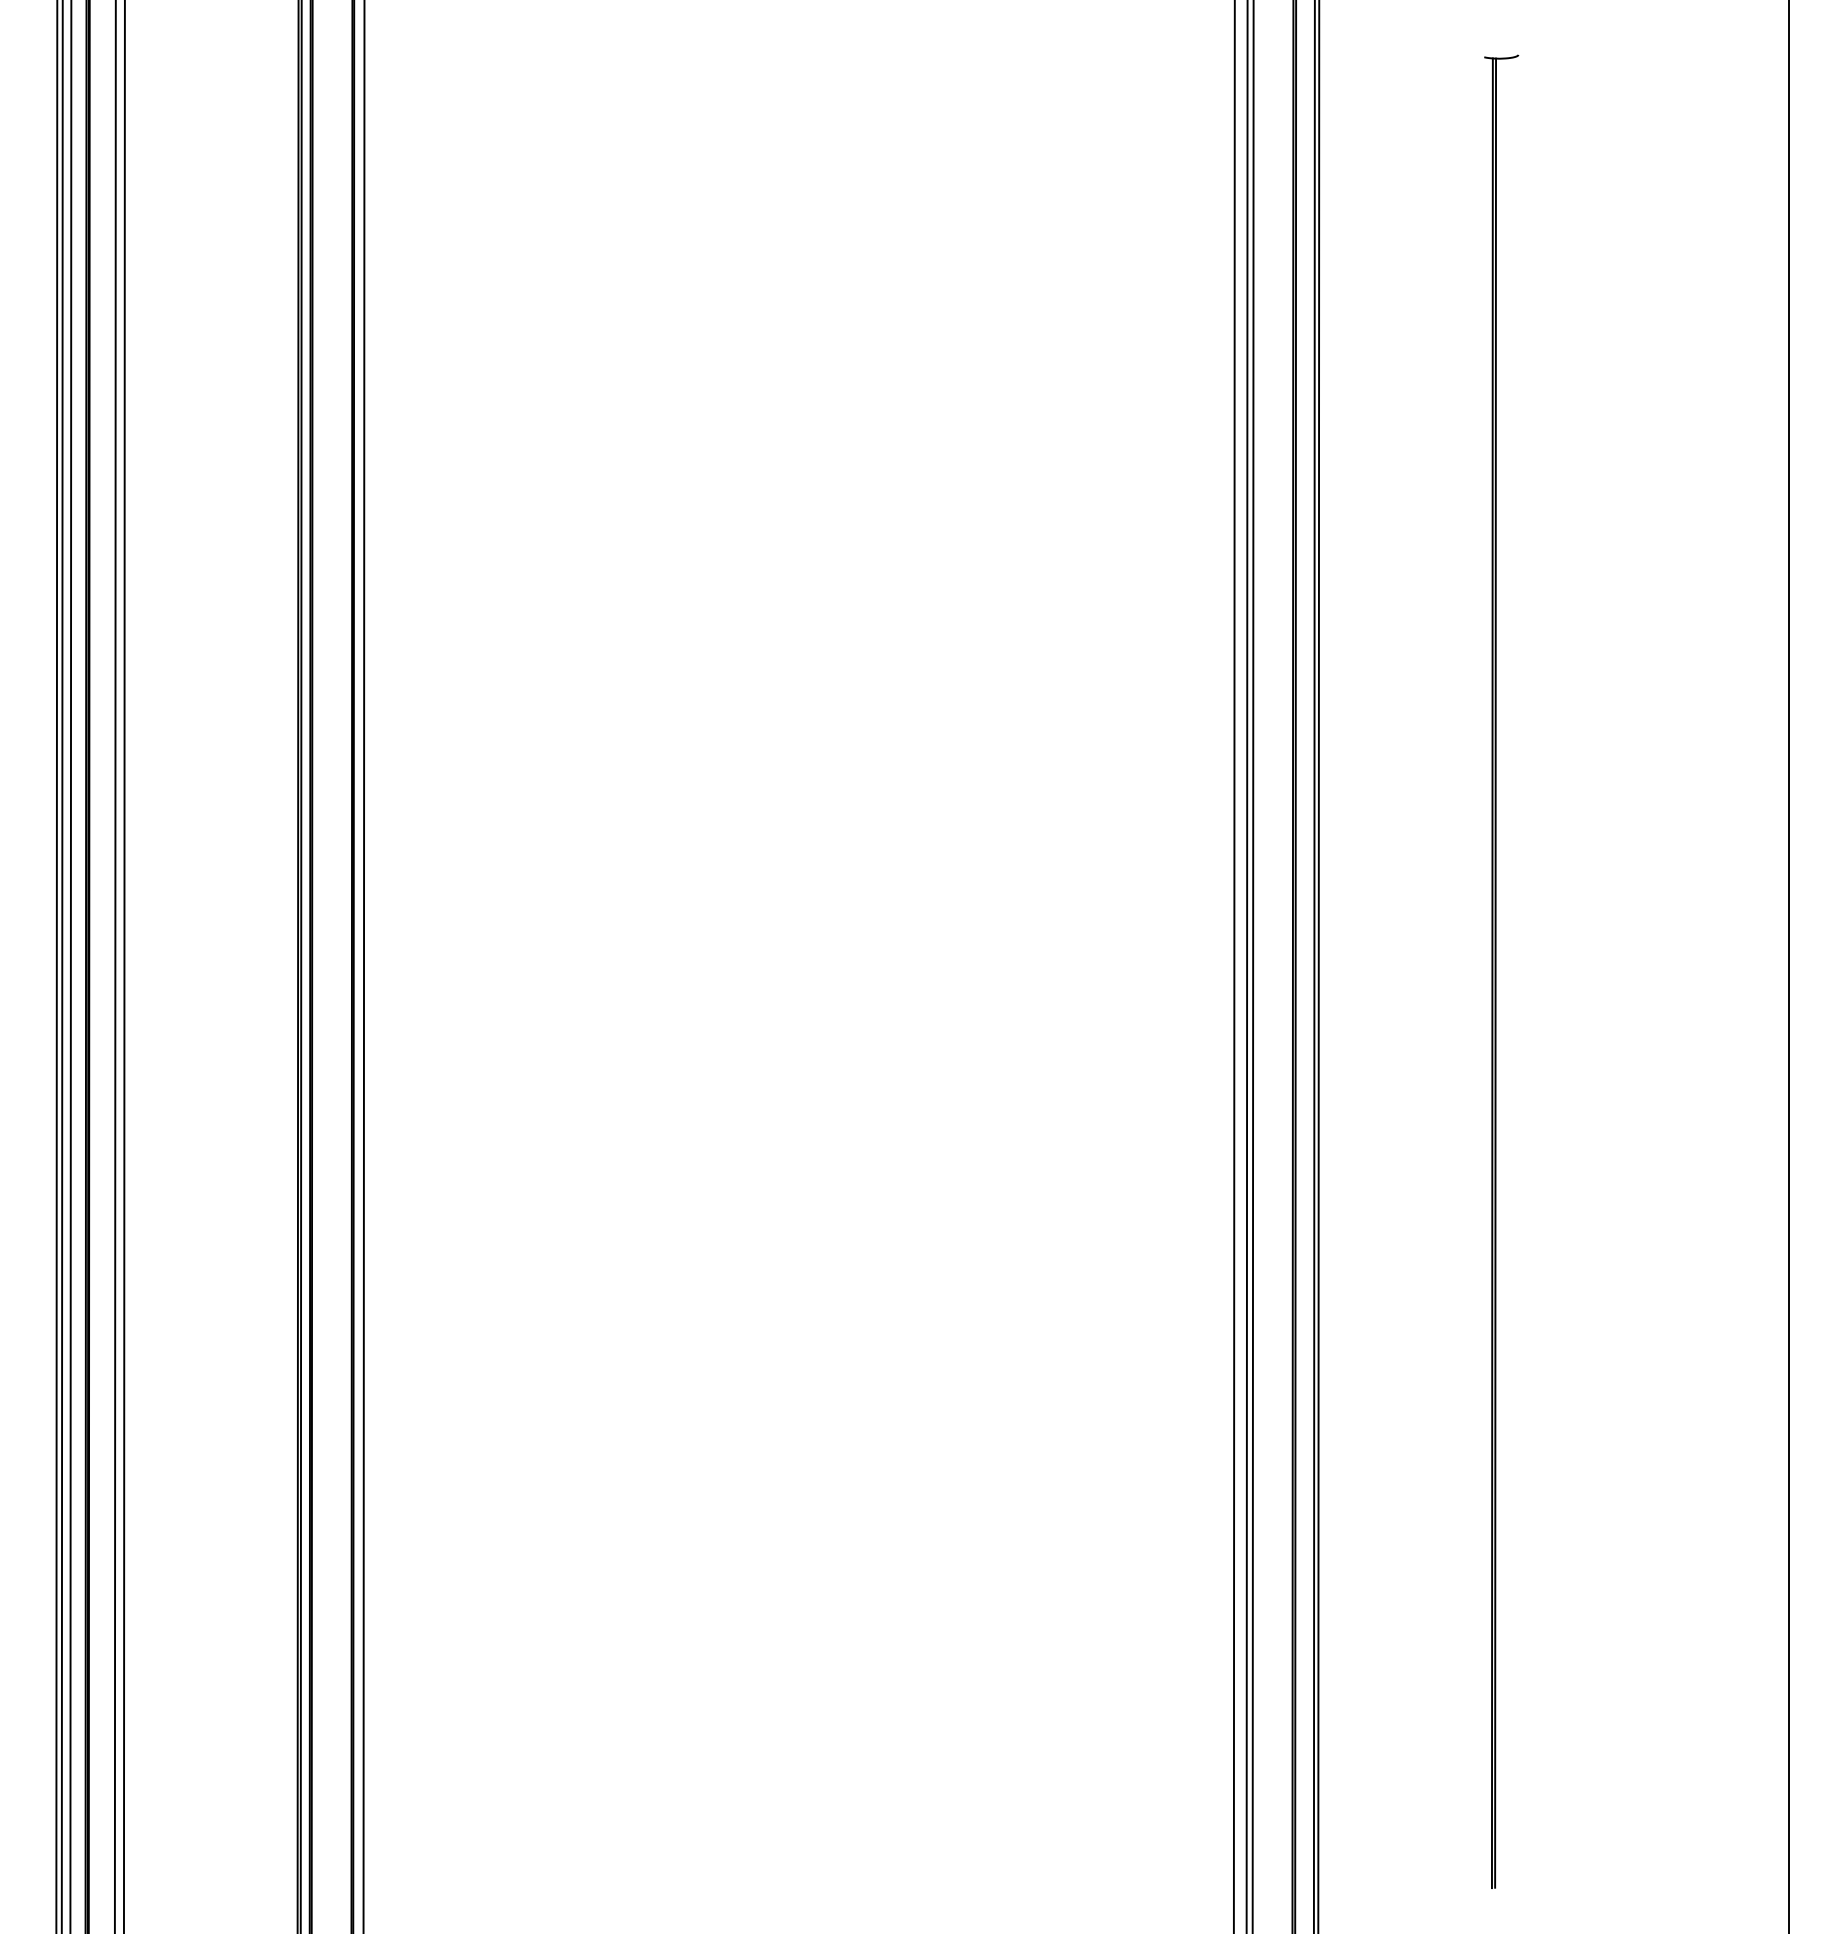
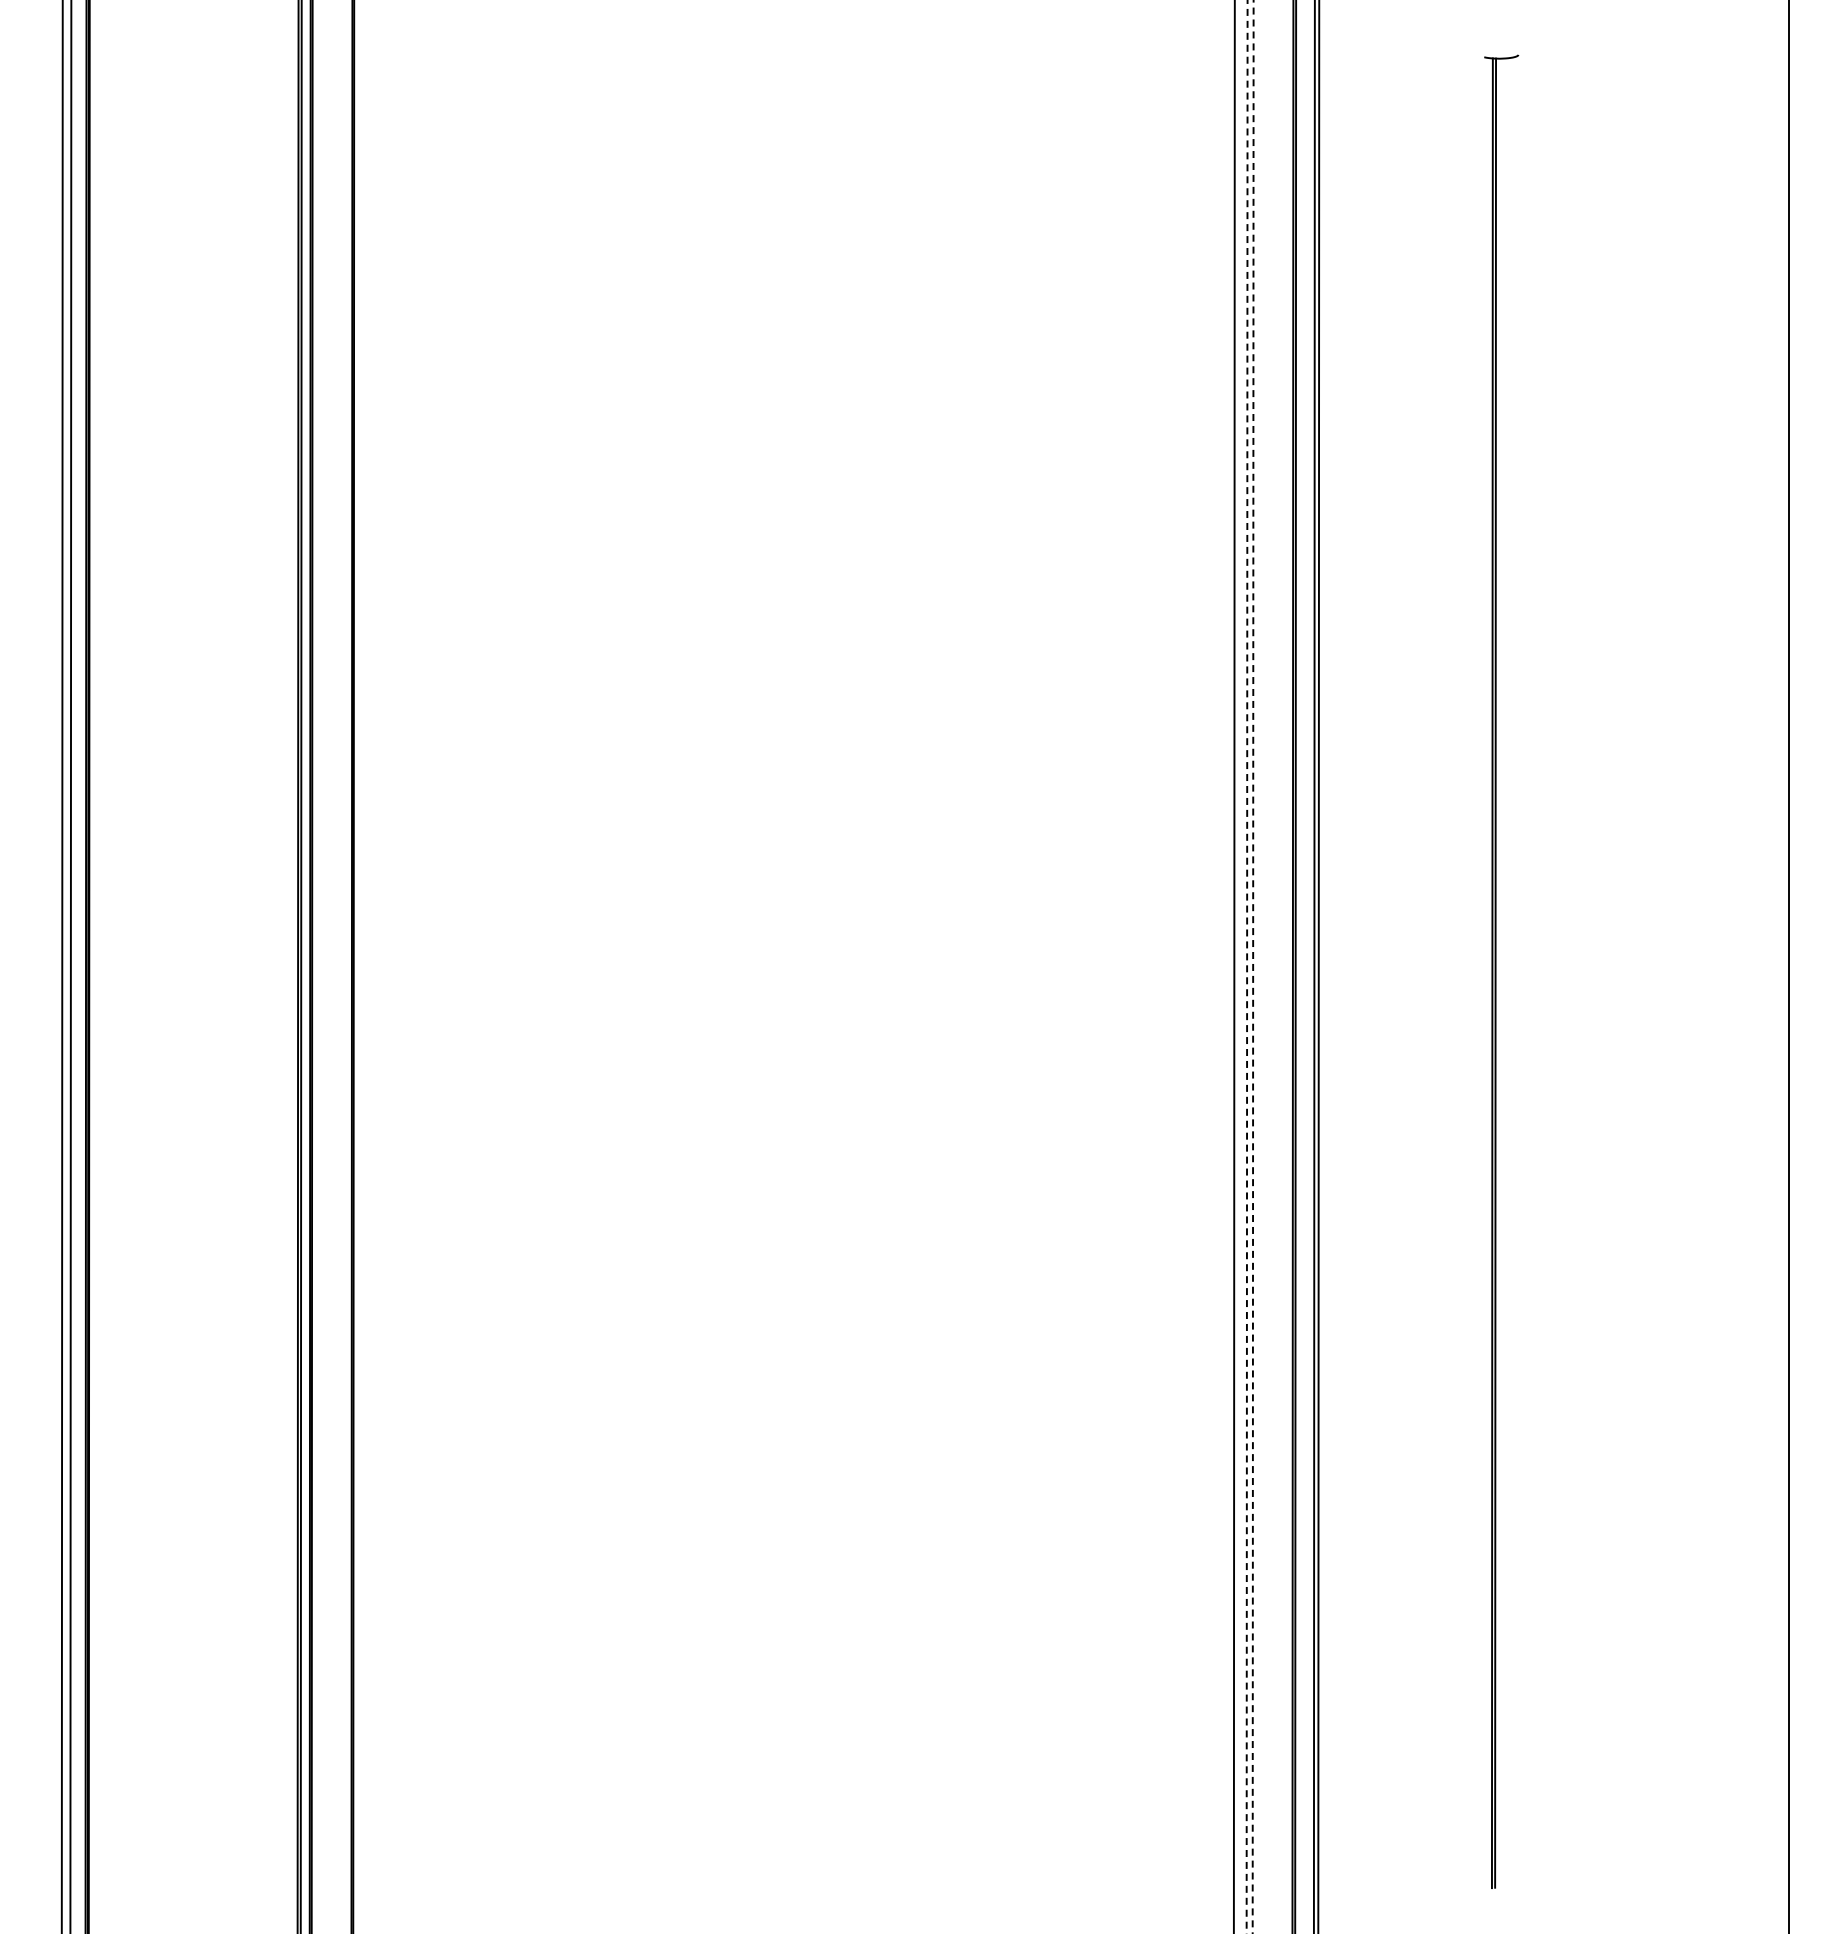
line at (56, 966): present -> none
line at (114, 966): present -> none
line at (123, 966): present -> none
line at (363, 966): present -> none
line at (1253, 966): solid -> dashed
line at (1247, 967): solid -> dashed
